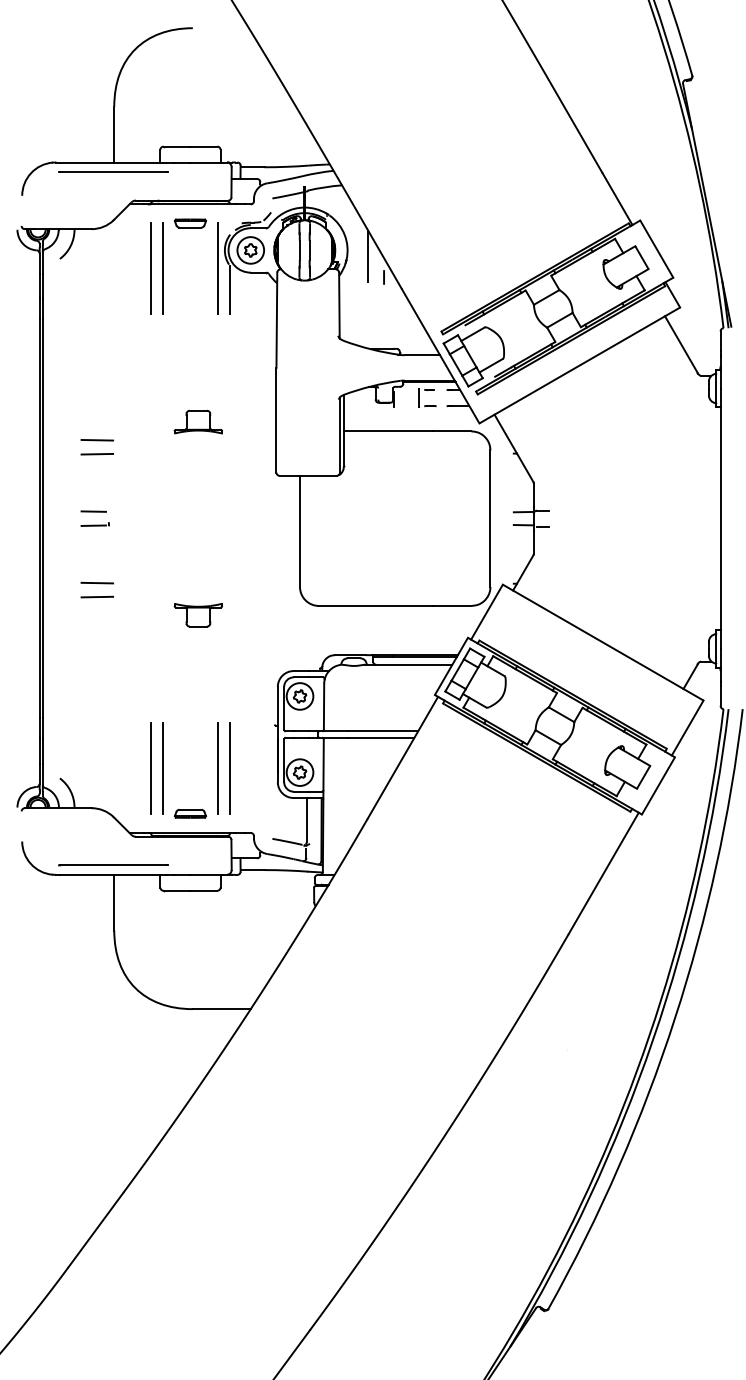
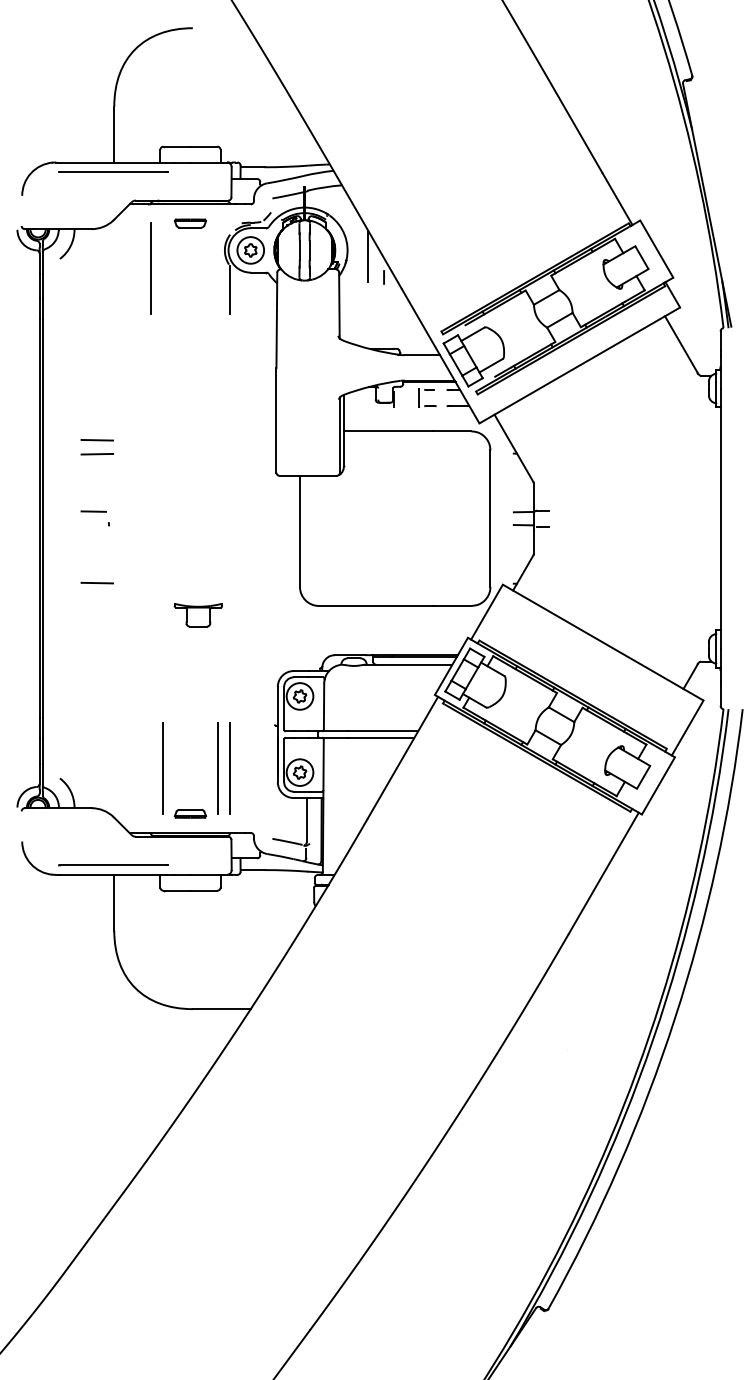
line at (162, 267): present -> none
line at (217, 267): present -> none
part at (197, 421): present -> none
line at (93, 525): present -> none
line at (97, 596): present -> none
line at (151, 768): present -> none
